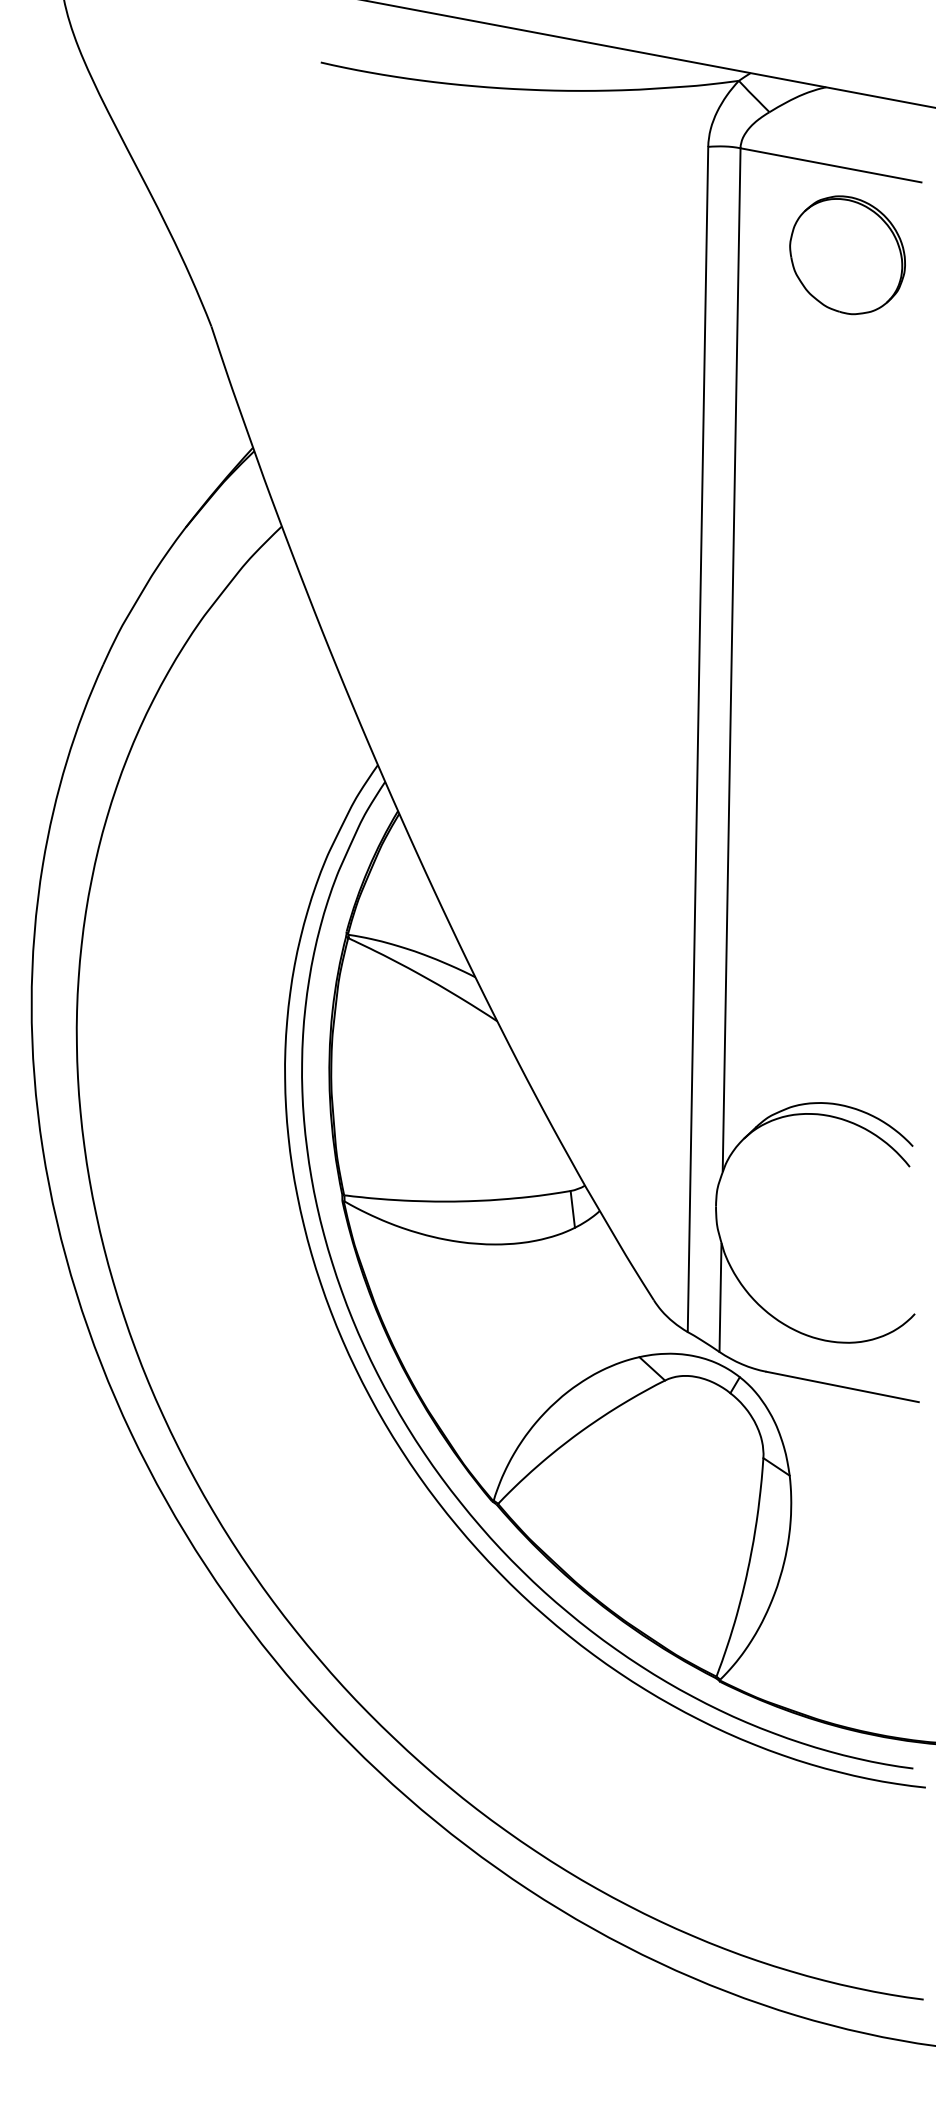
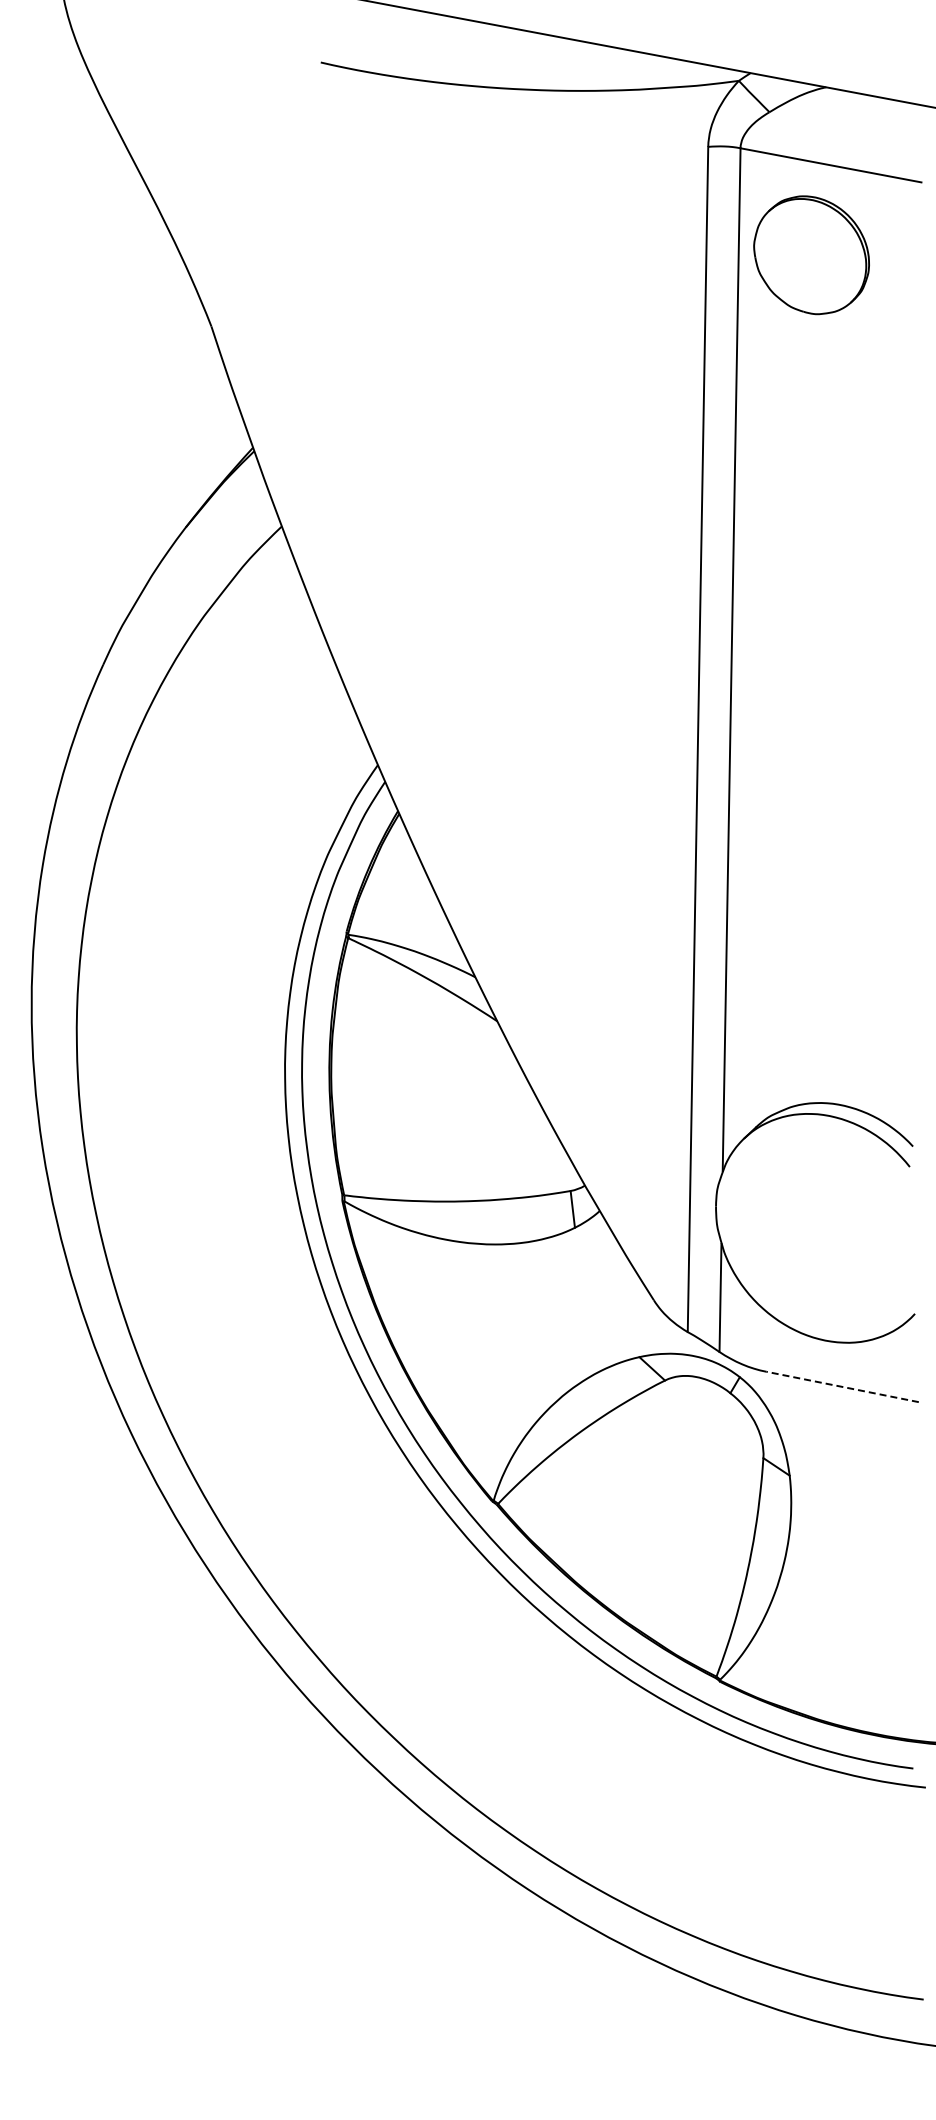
part at (847, 255) position: (847, 255) -> (811, 255)
line at (842, 1386): solid -> dashed
